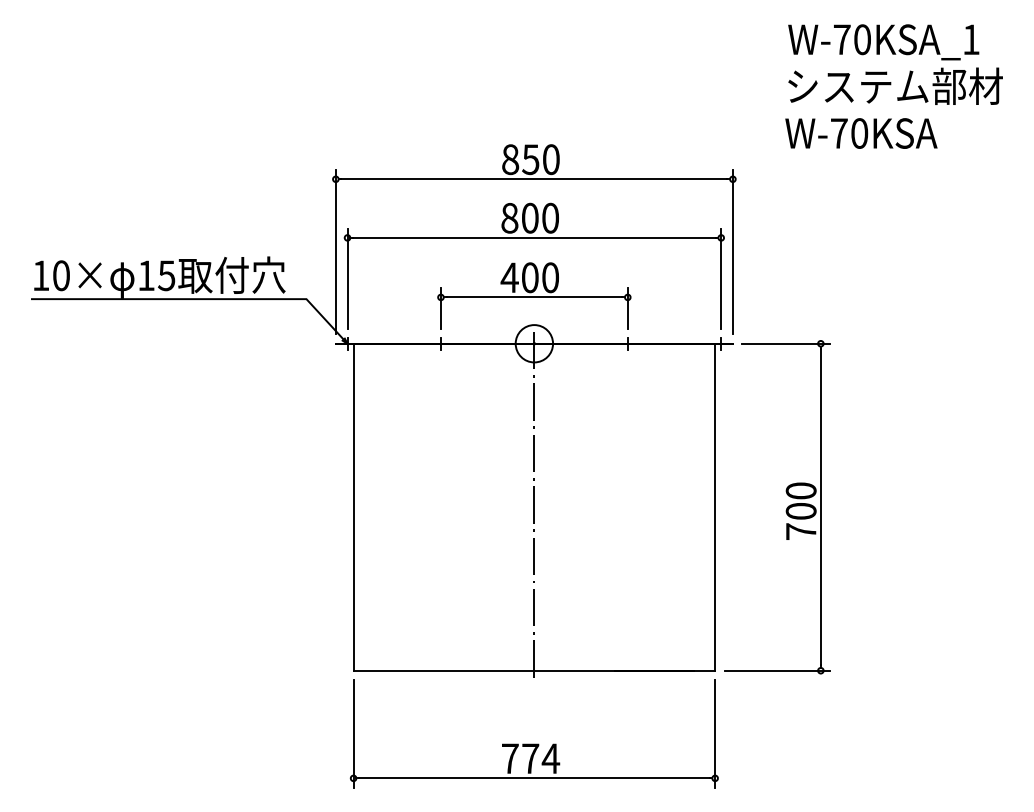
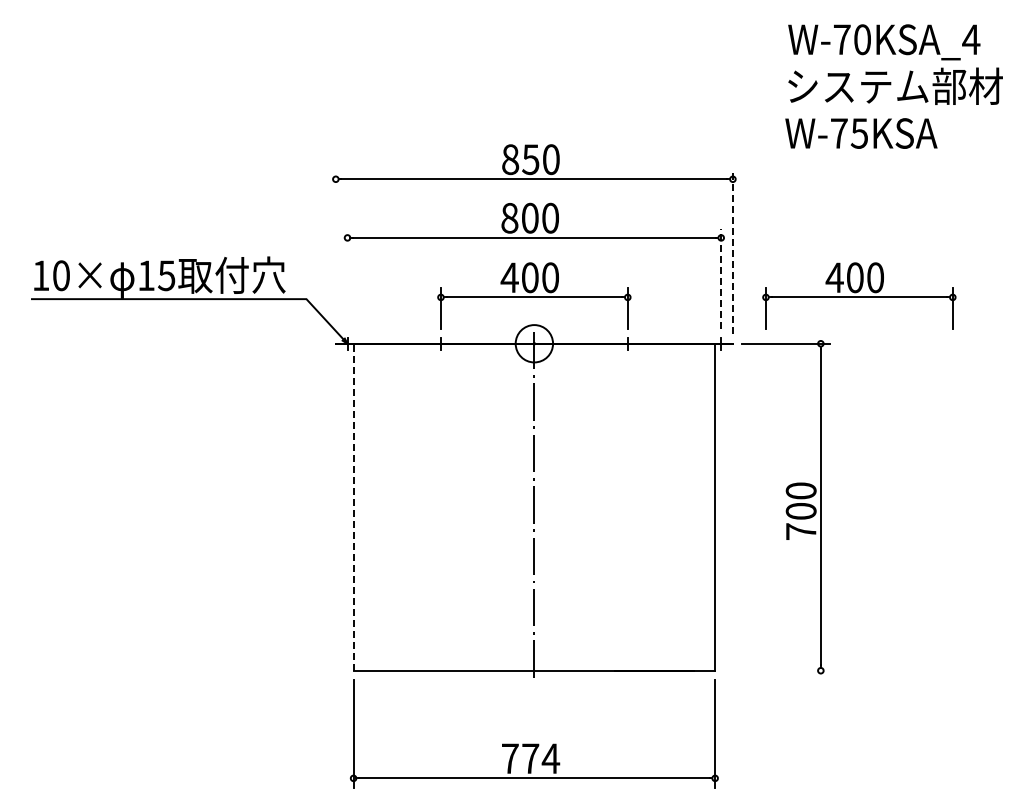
text at (971, 39): W-70KSA_1 -> W-70KSA_4
text at (859, 133): W-70KSA -> W-75KSA
line at (335, 251): present -> none
line at (732, 251): solid -> dashed
line at (347, 278): present -> none
line at (721, 278): solid -> dashed
part at (859, 295): none -> present
line at (353, 506): solid -> dashed
line at (777, 670): present -> none
